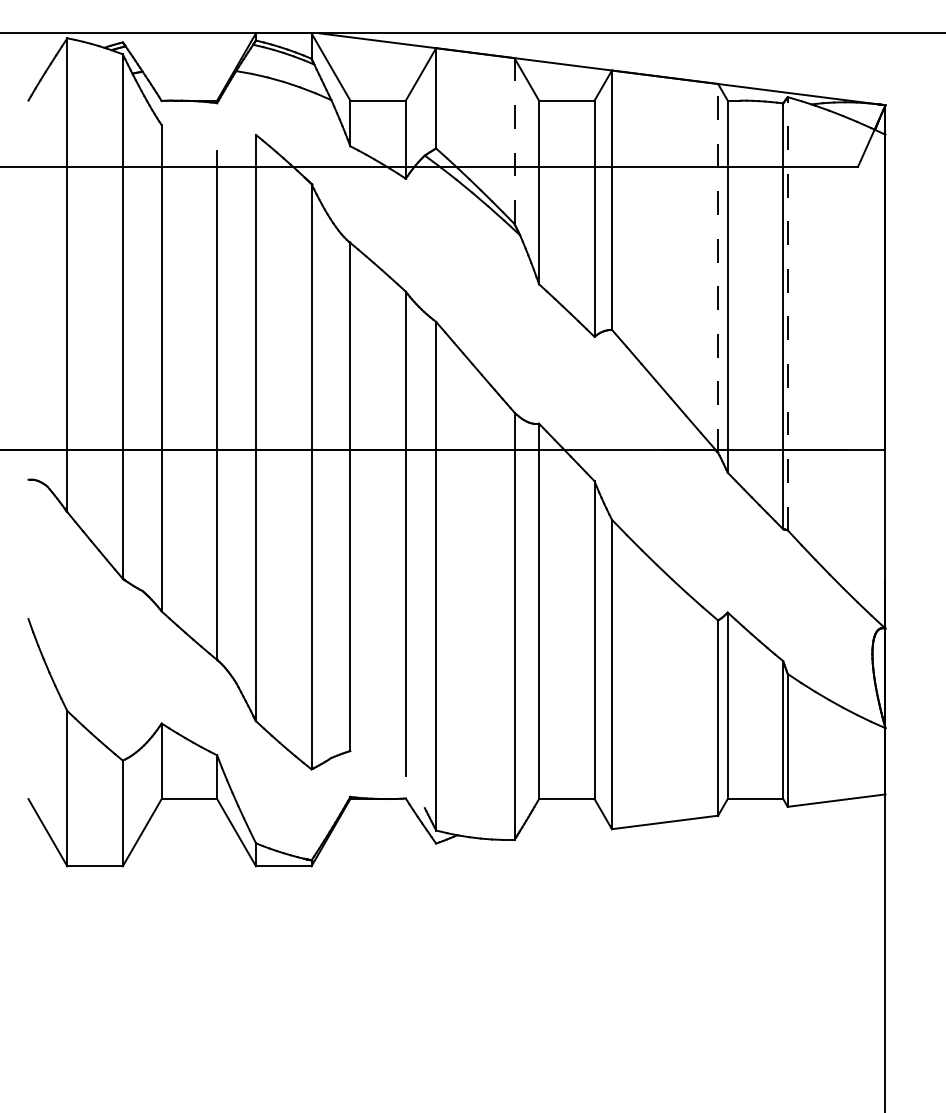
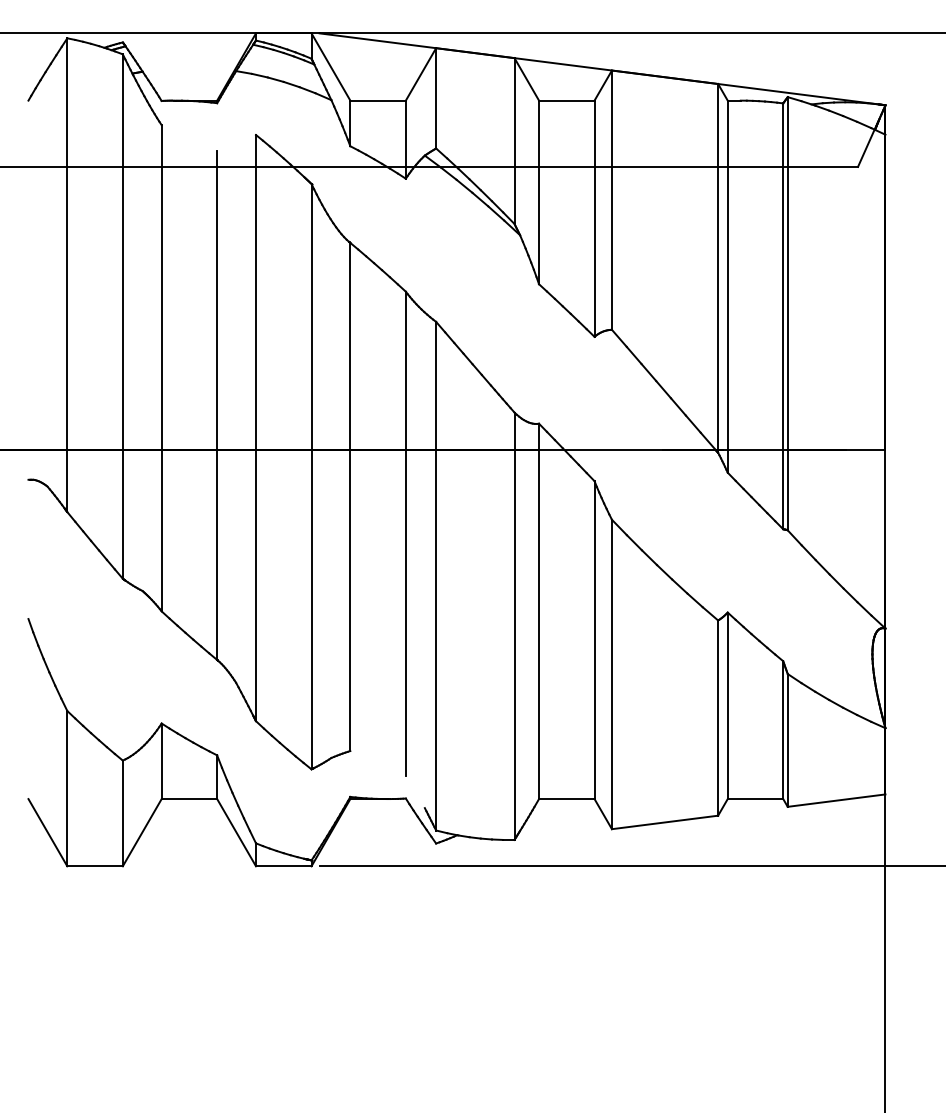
line at (514, 141): dashed -> solid
line at (718, 267): dashed -> solid
line at (787, 313): dashed -> solid
line at (630, 866): none -> present
